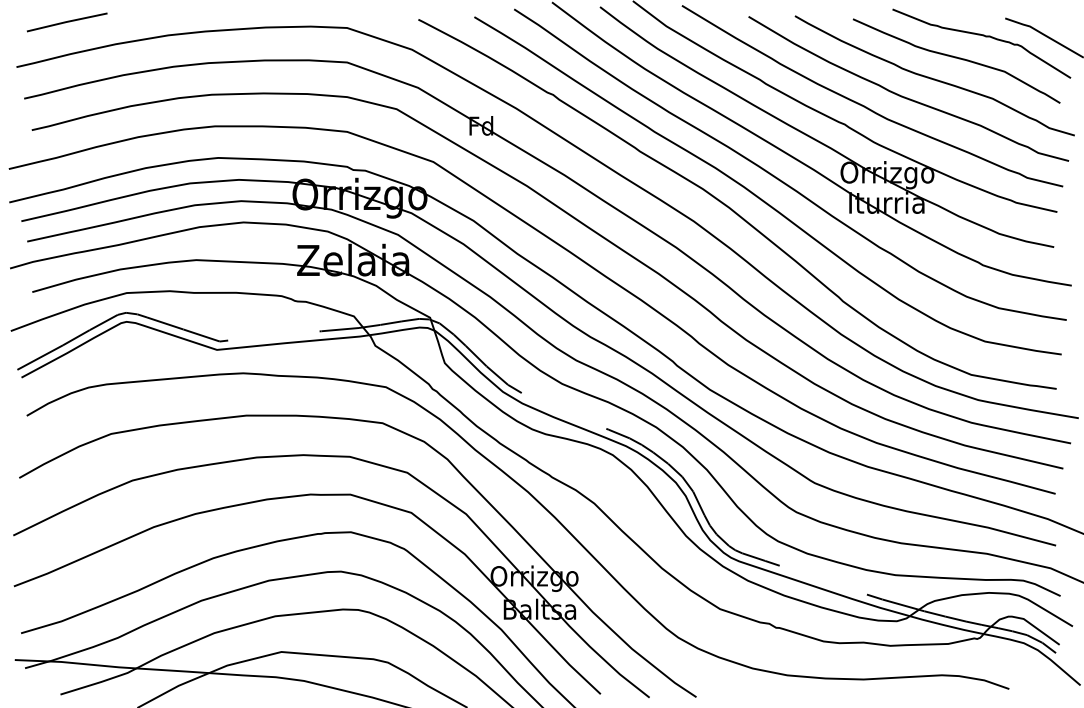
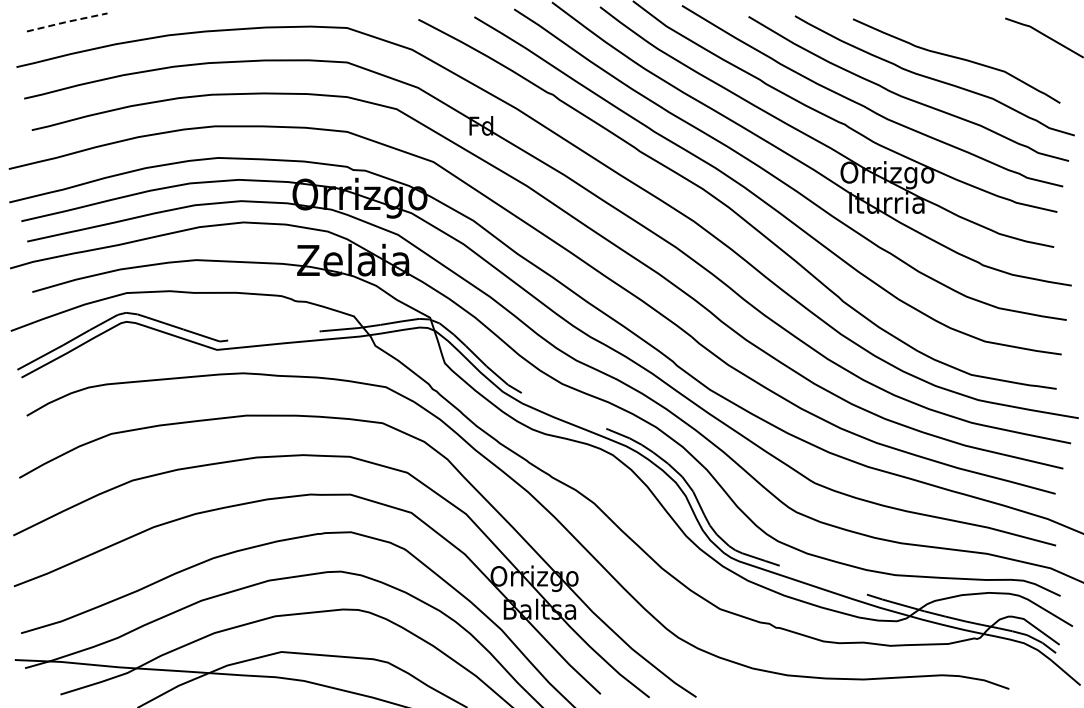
line at (67, 21): solid -> dashed
curve at (982, 36): present -> none
